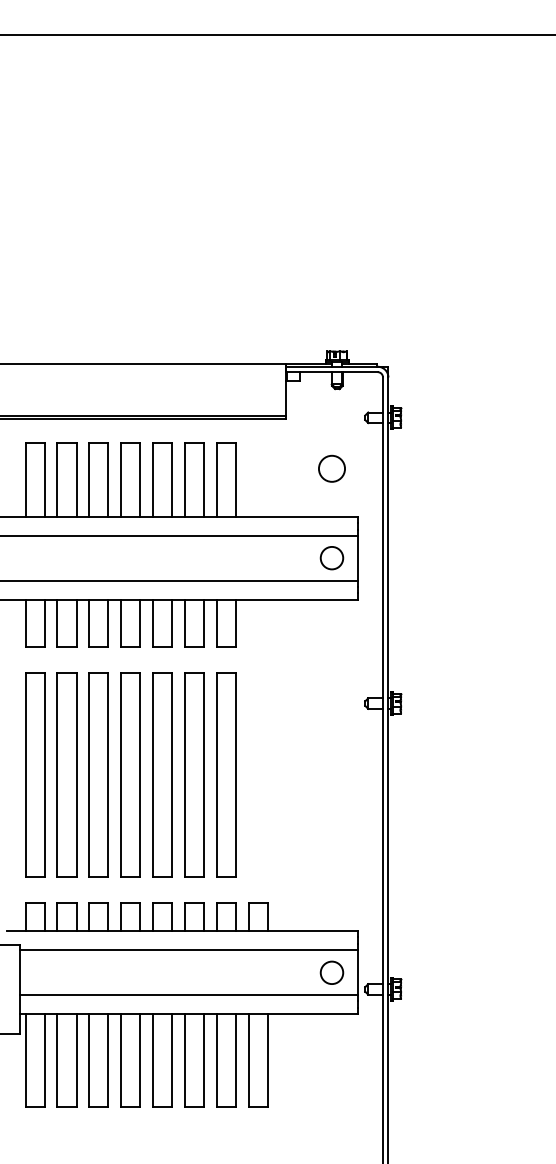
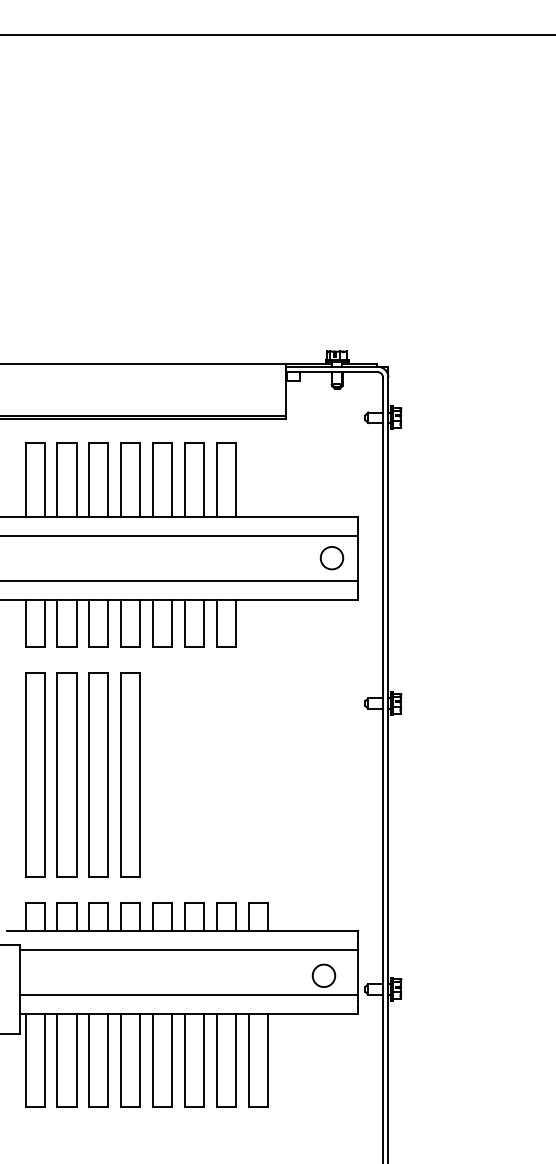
circle at (331, 468): present -> none
part at (162, 774): present -> none
part at (194, 774): present -> none
part at (226, 774): present -> none
circle at (331, 972) position: (331, 972) -> (323, 975)
